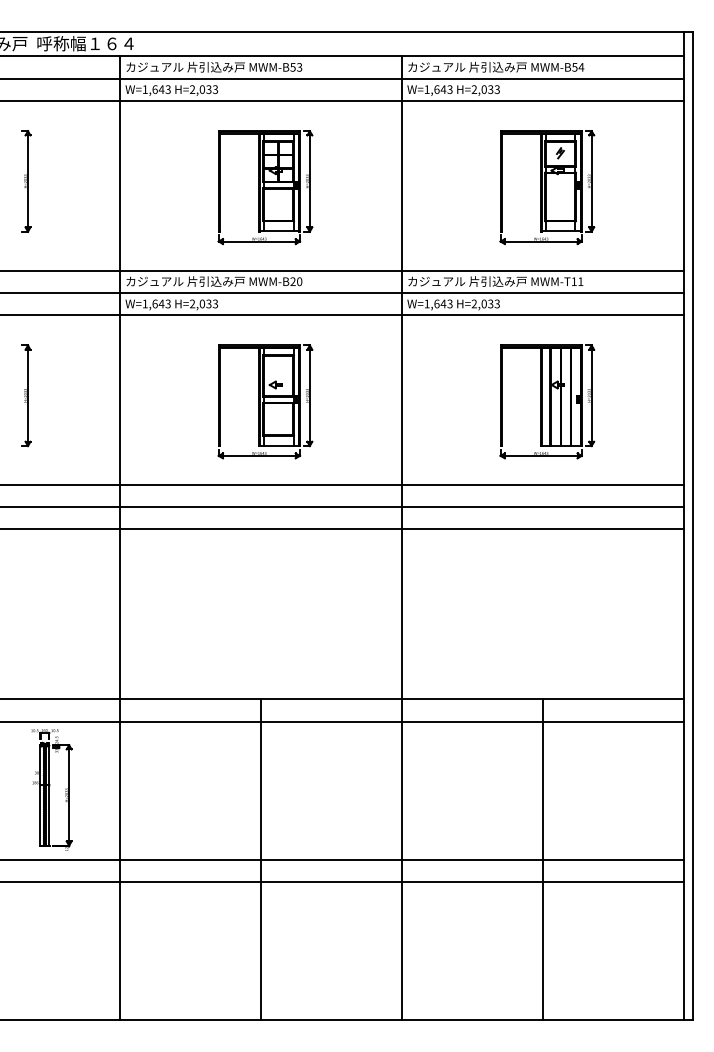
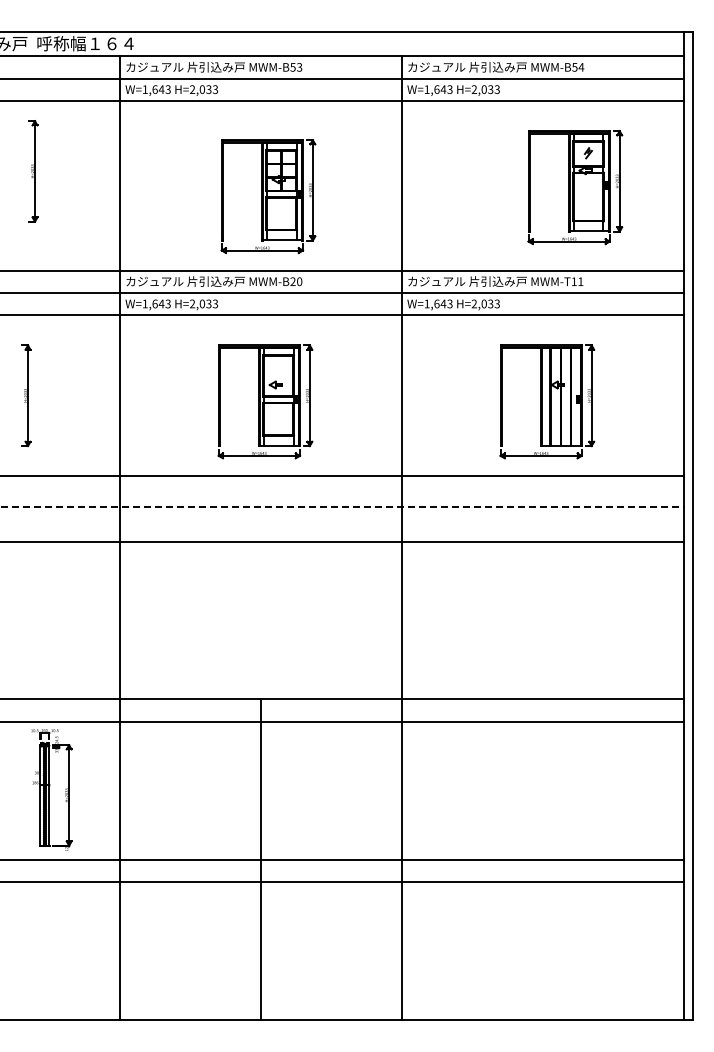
part at (26, 181) position: (26, 181) -> (33, 171)
part at (265, 187) position: (265, 187) -> (268, 196)
part at (547, 187) position: (547, 187) -> (575, 187)
line at (342, 484) position: (342, 484) -> (342, 475)
line at (342, 507): solid -> dashed
line at (342, 529) position: (342, 529) -> (342, 542)
line at (542, 859): present -> none
